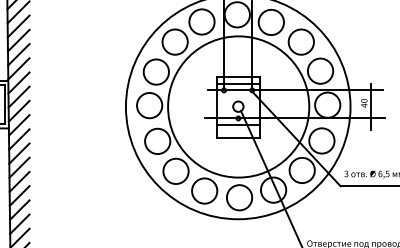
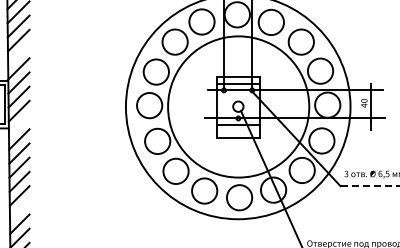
line at (18, 54): present -> none
line at (19, 125): present -> none
line at (370, 186): solid -> dashed
line at (19, 209): present -> none
